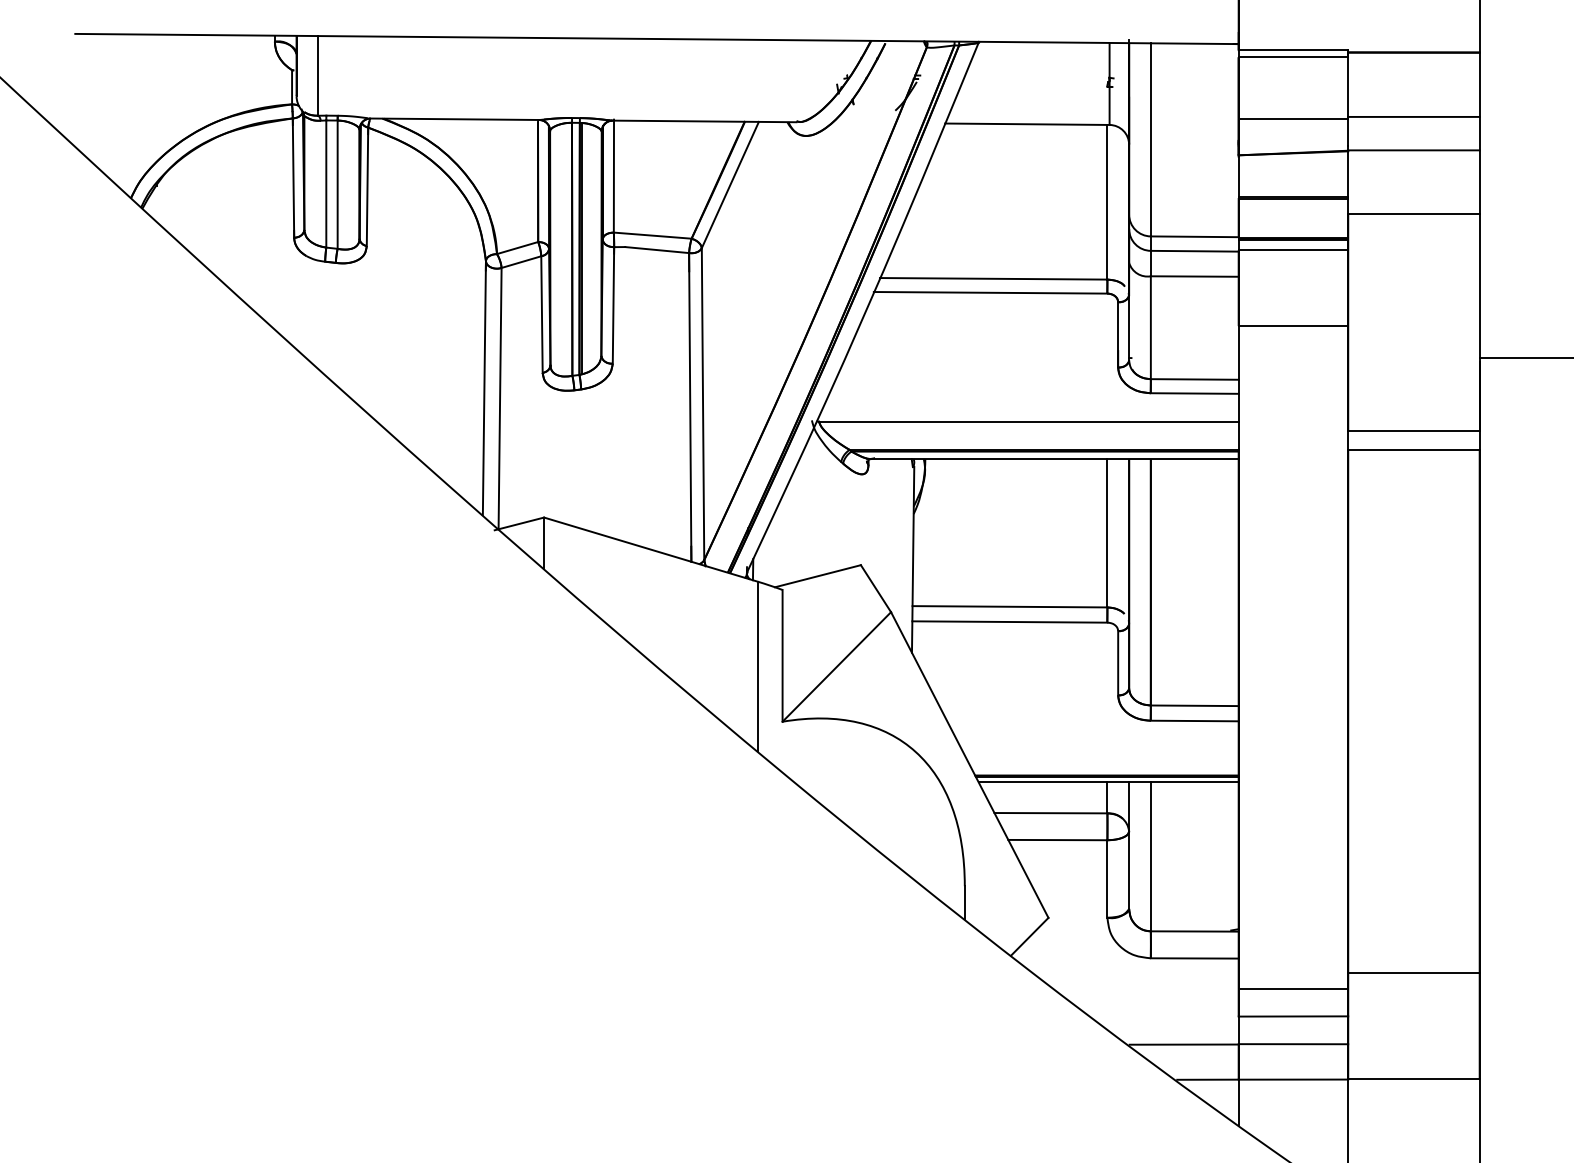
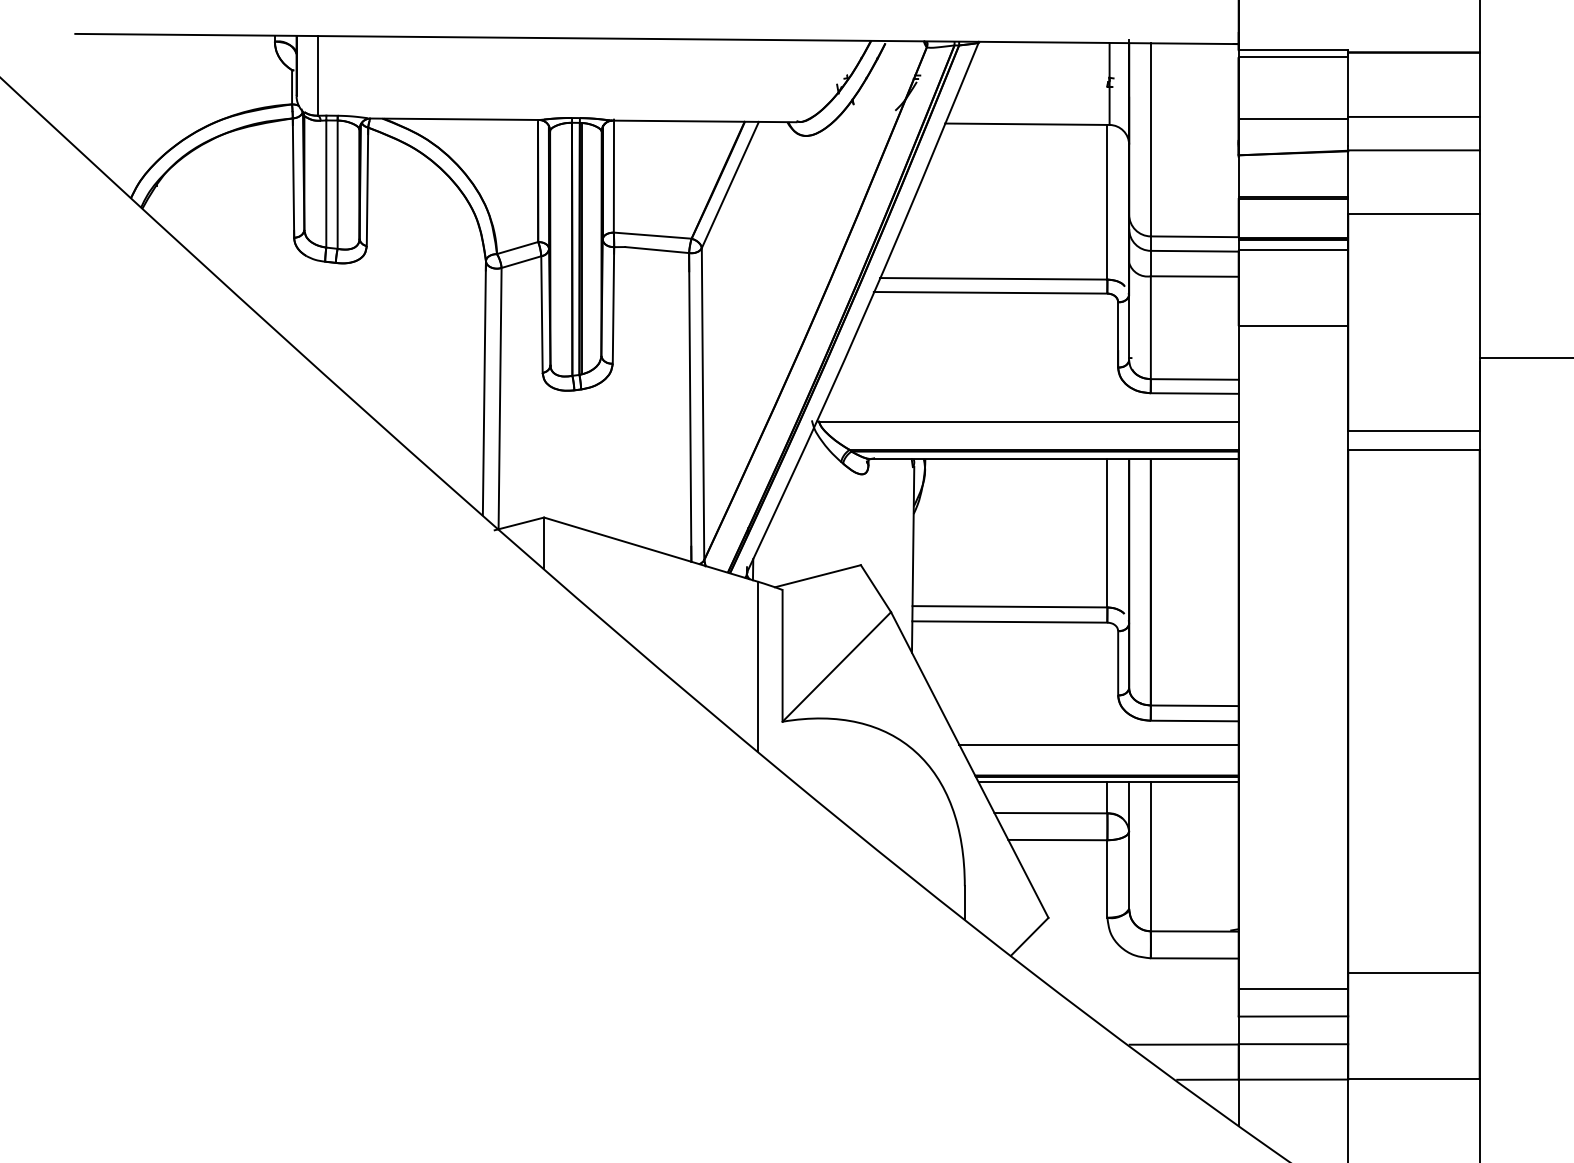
line at (1098, 744): none -> present
